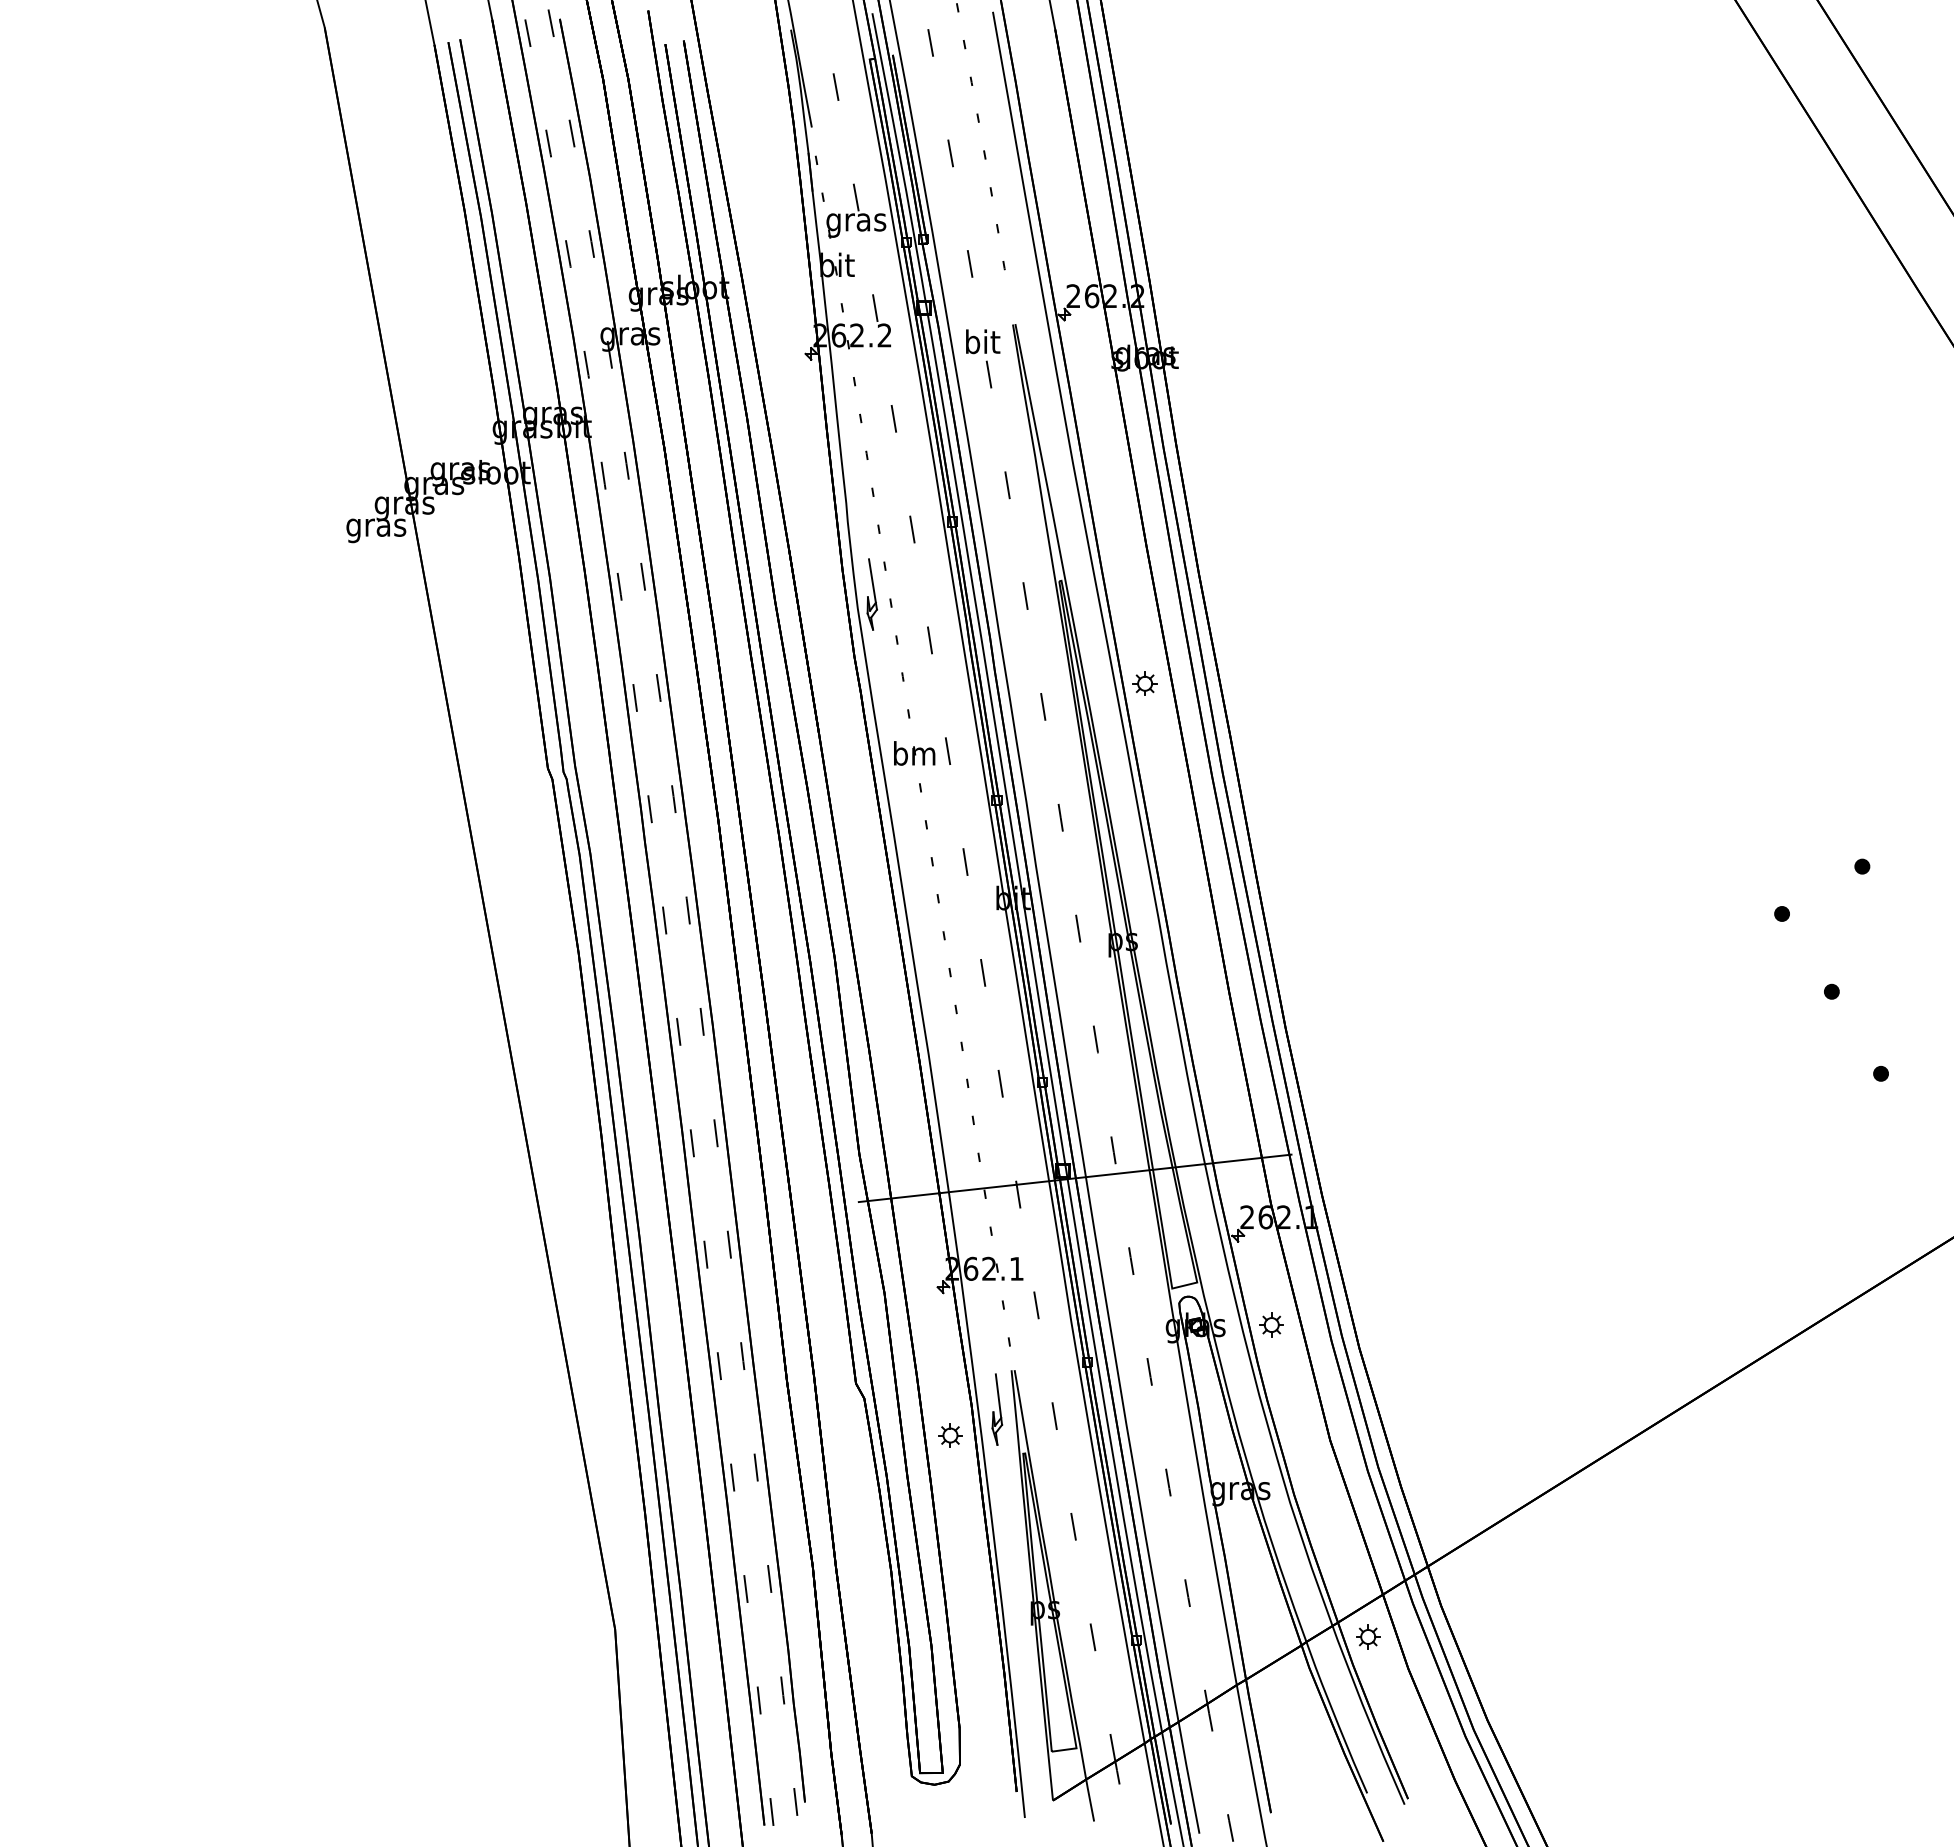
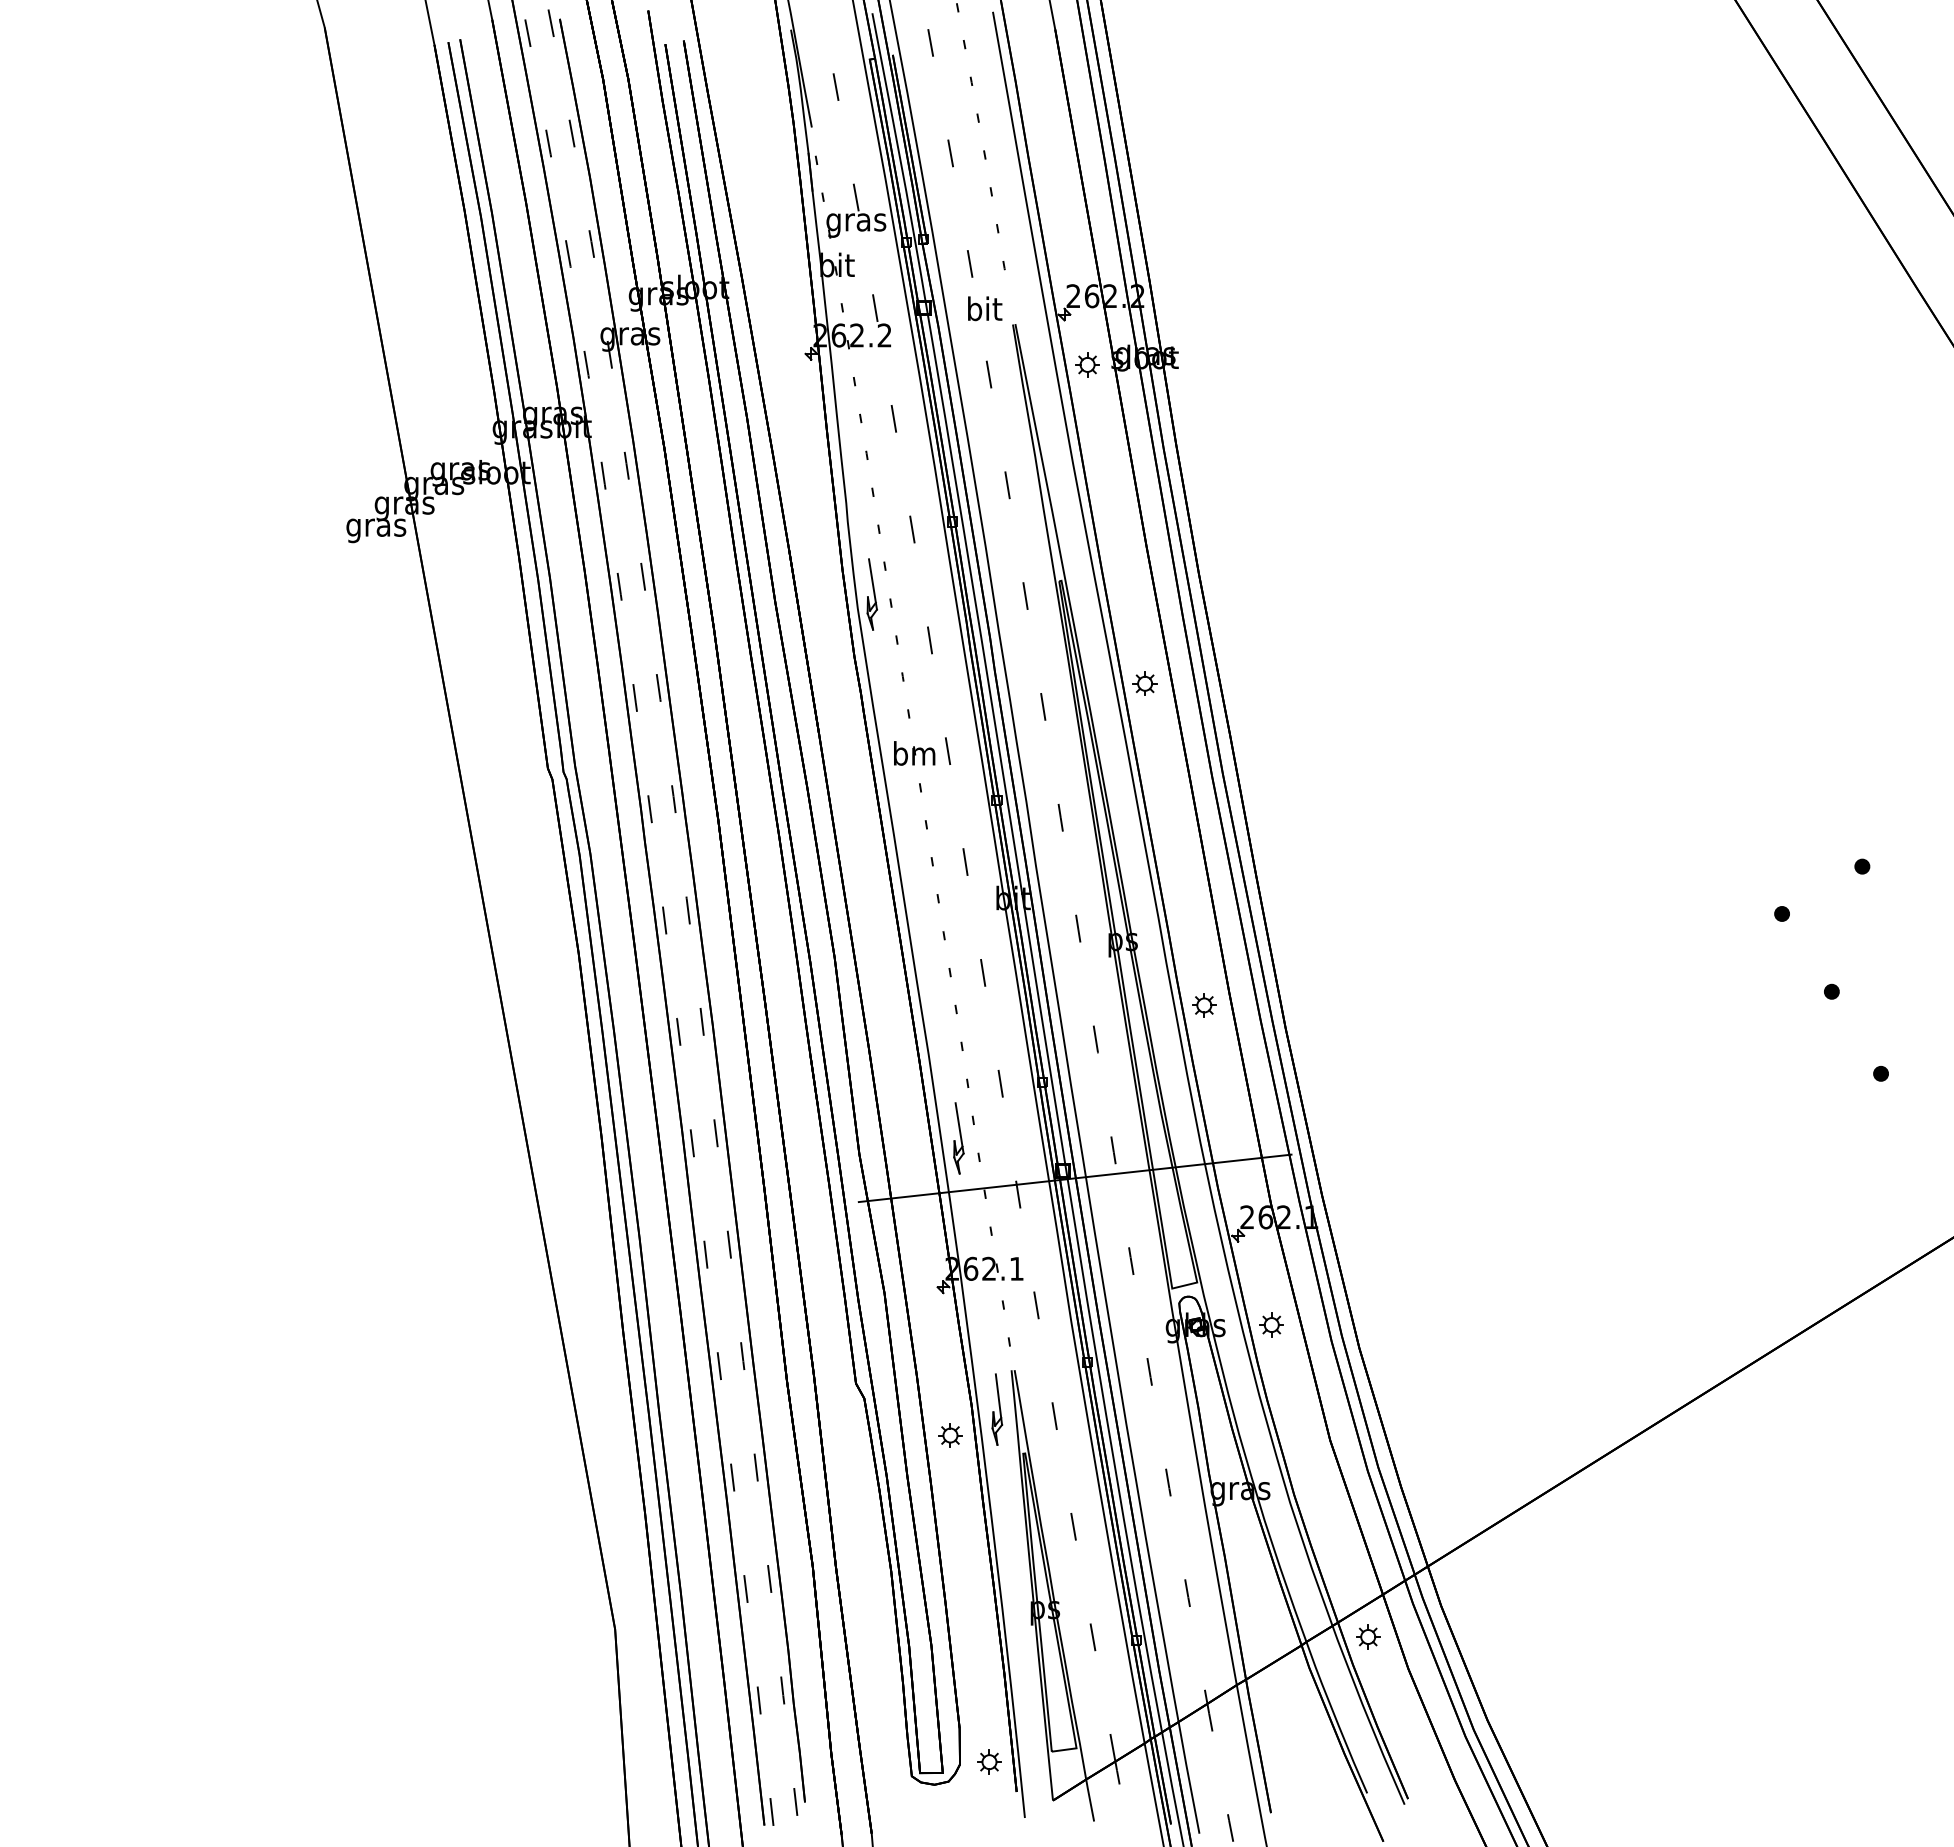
text at (983, 341) position: (983, 341) -> (985, 308)
part at (1087, 364): none -> present
part at (1204, 1005): none -> present
part at (958, 1138): none -> present
part at (989, 1761): none -> present
